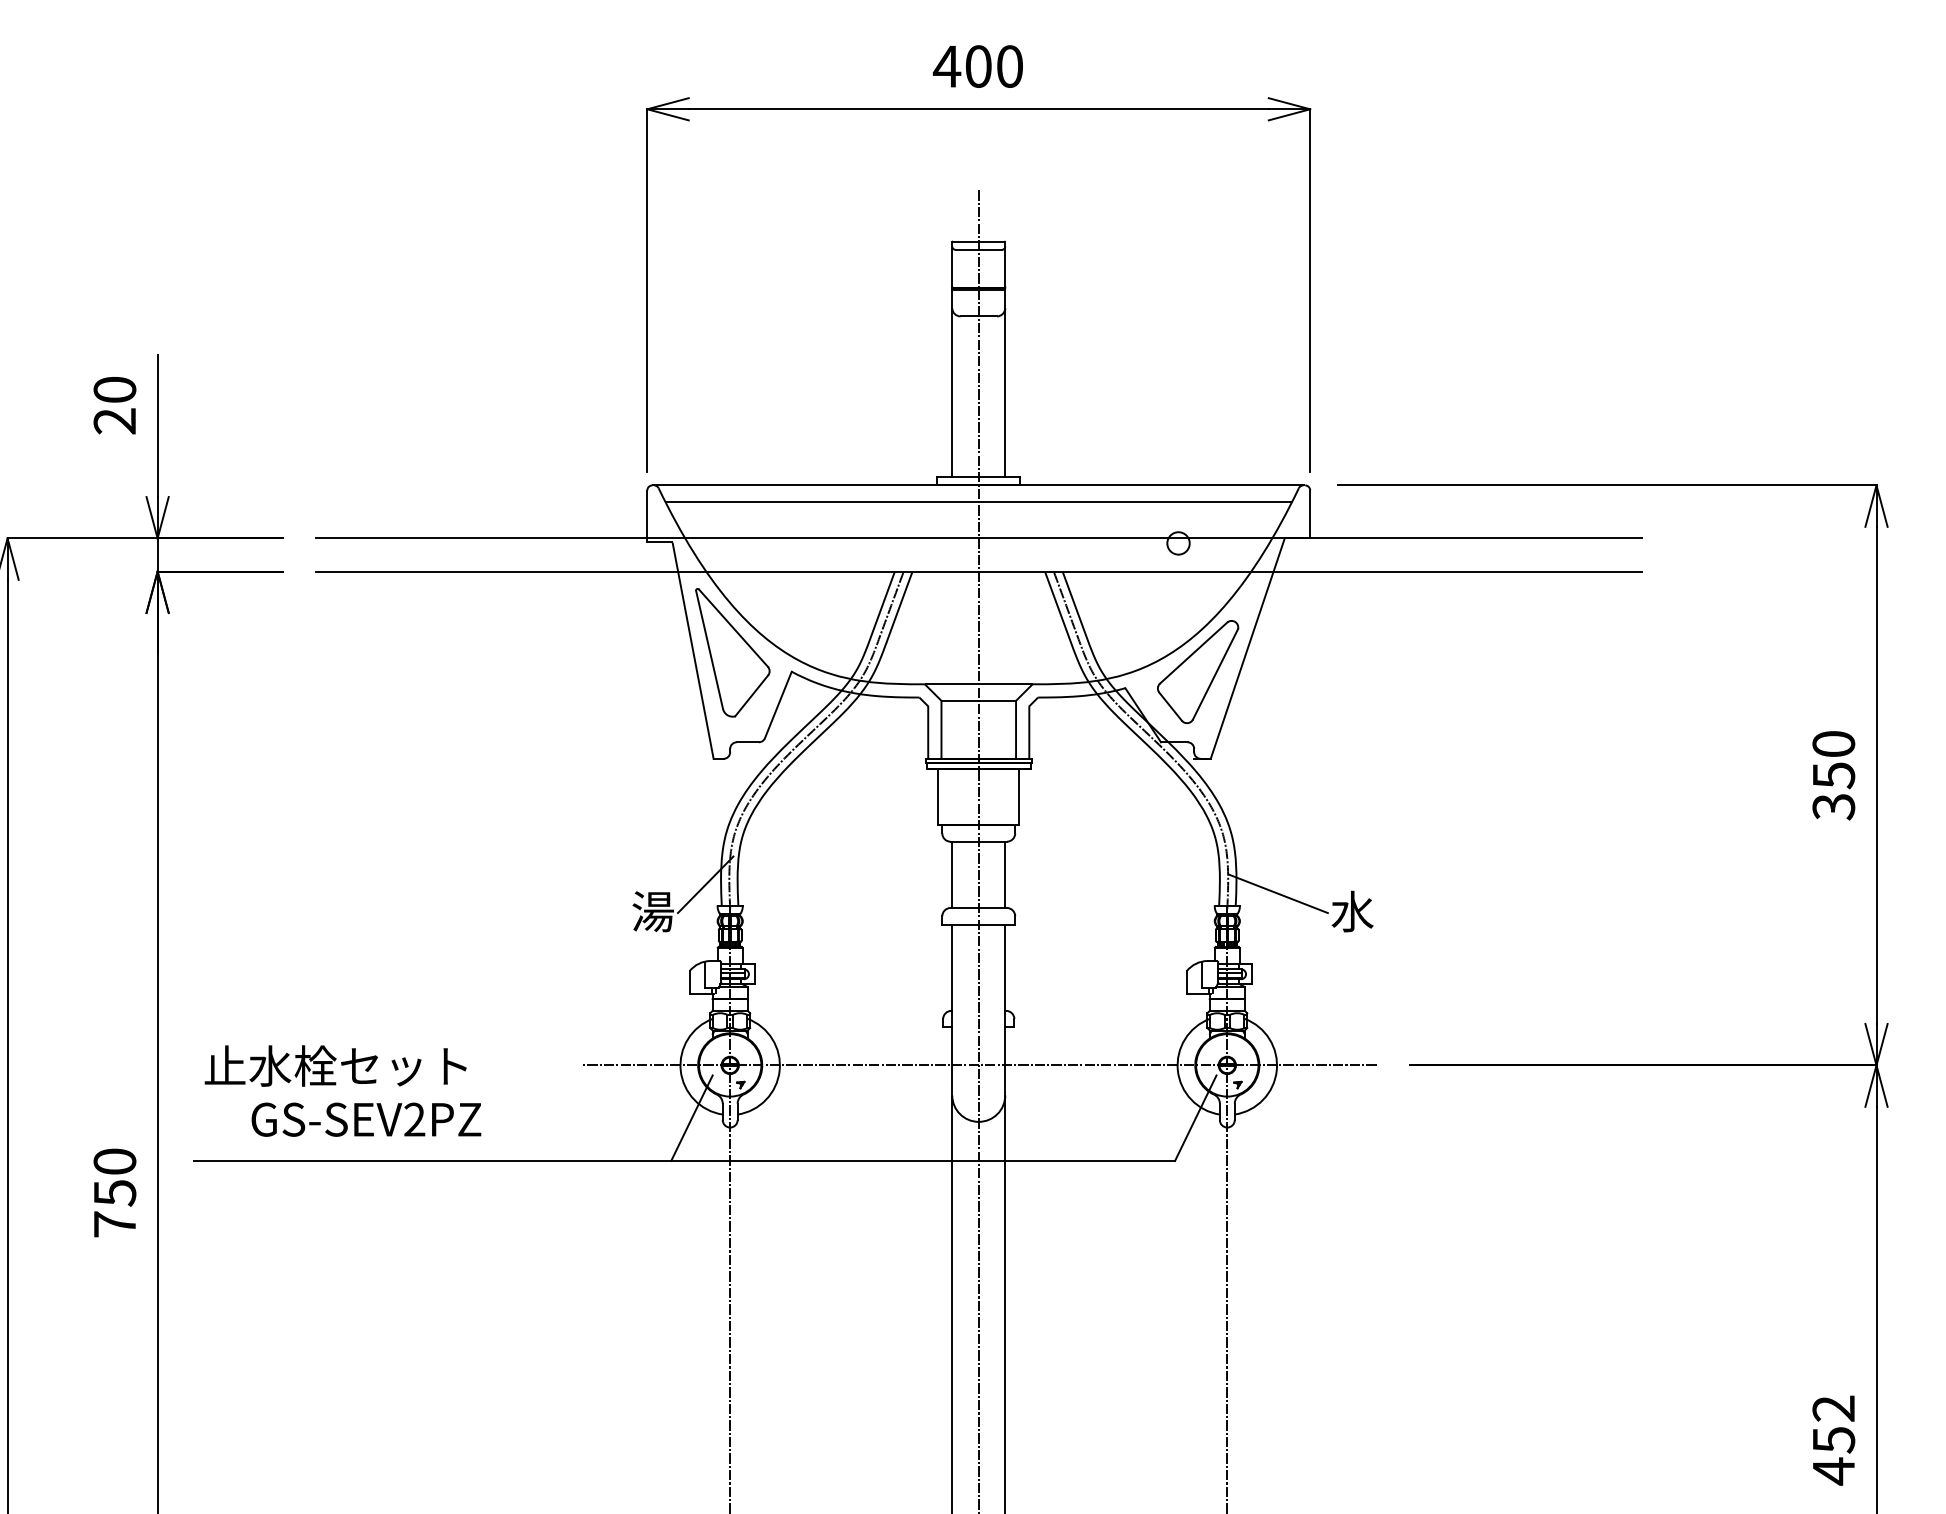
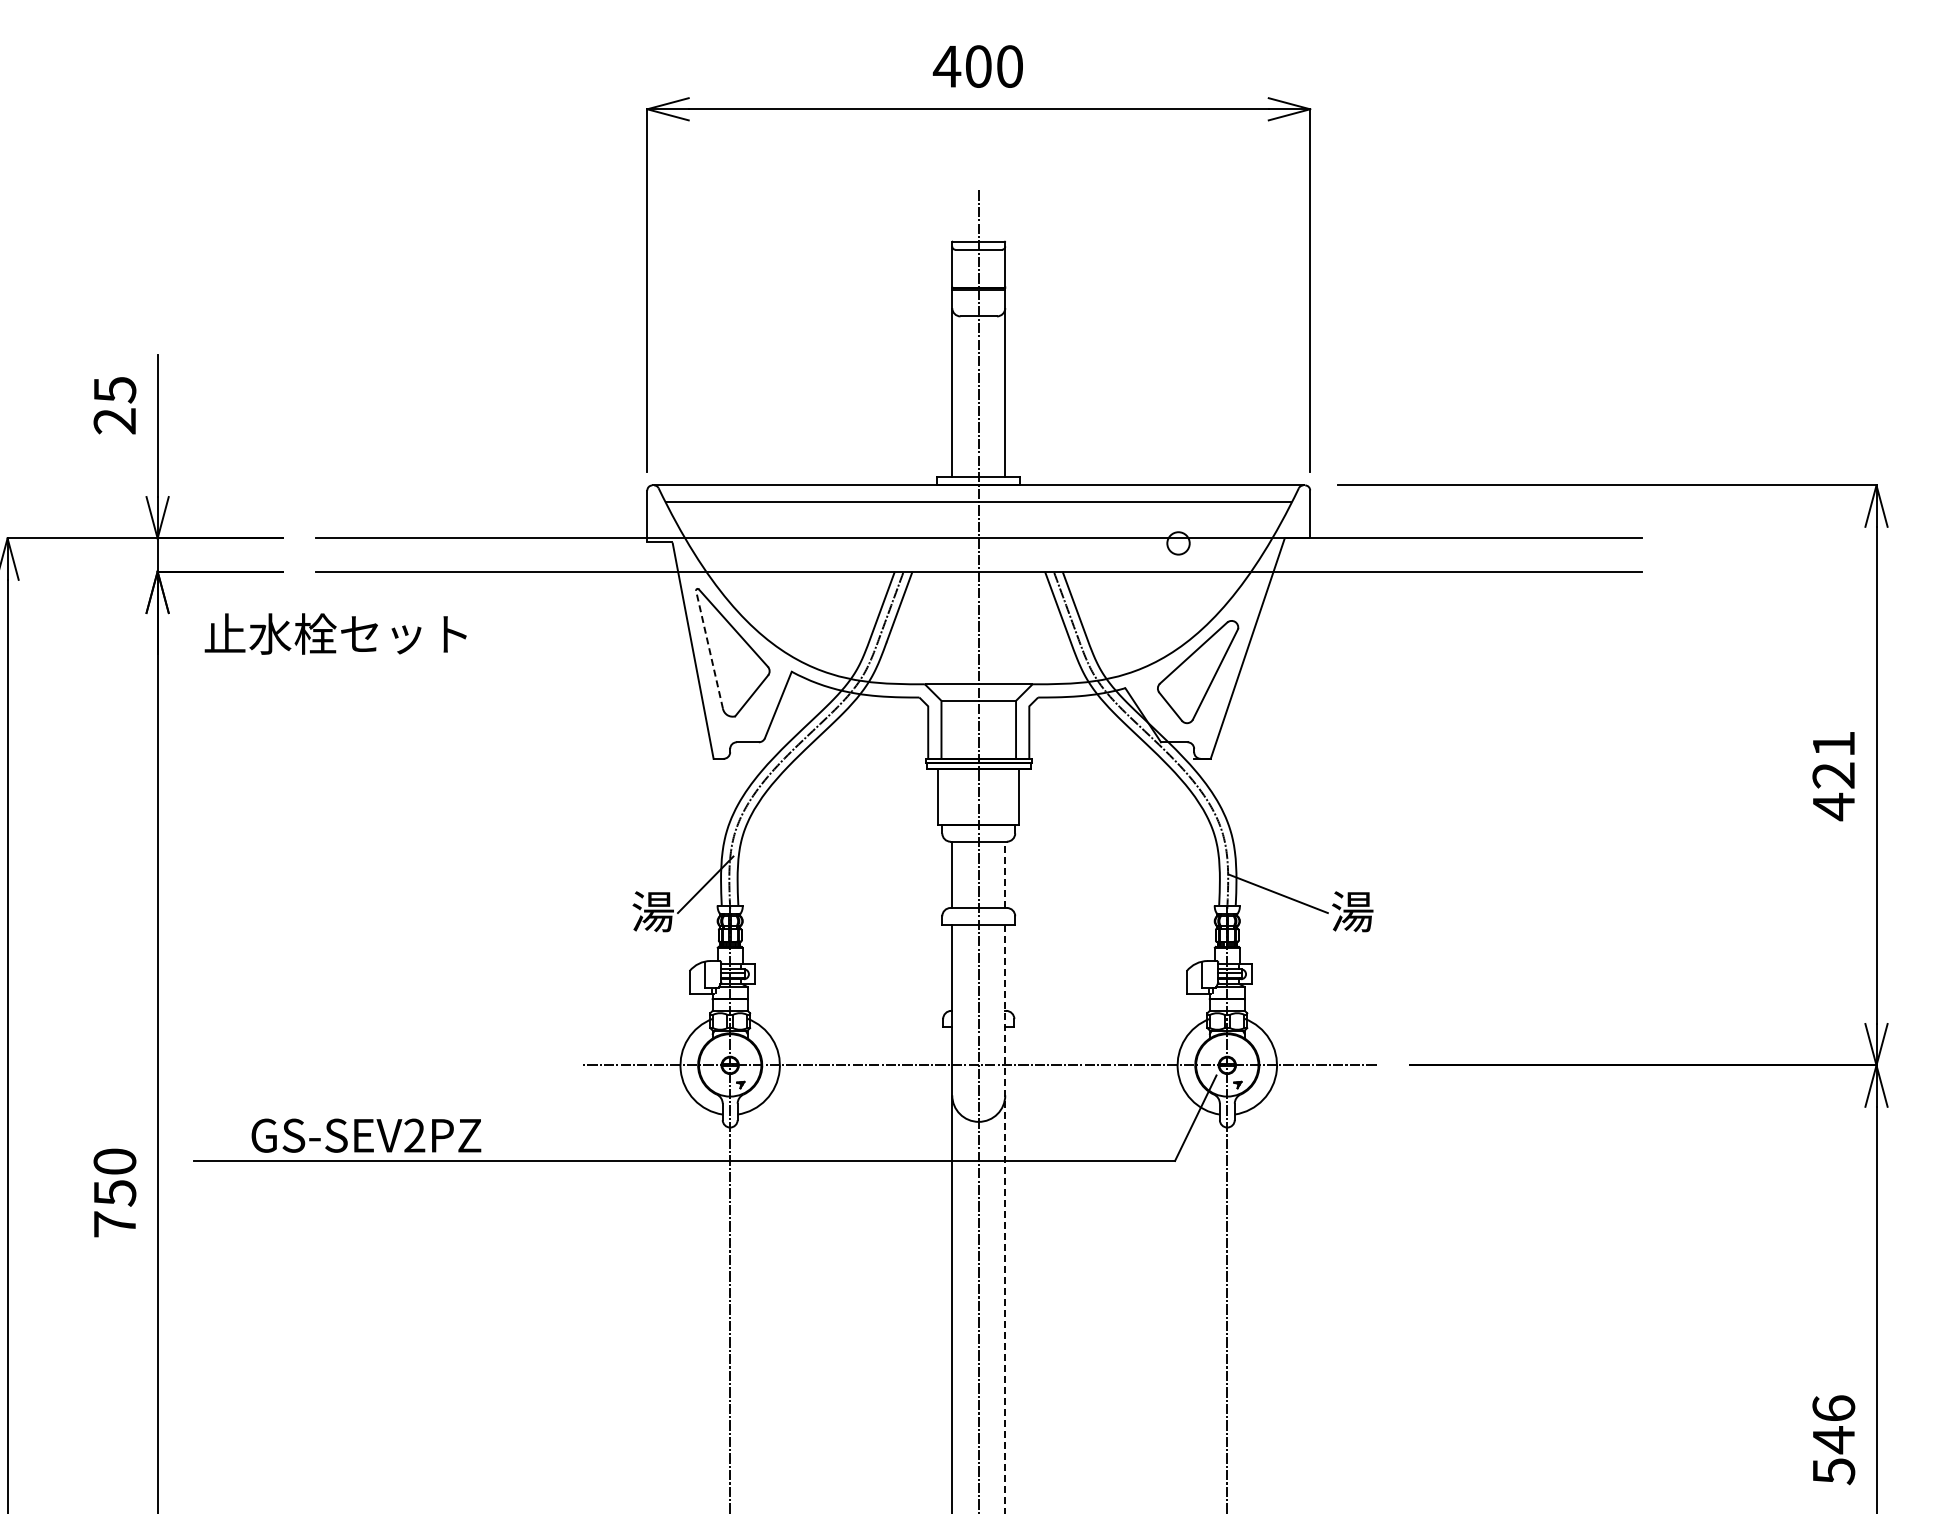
text at (114, 390): 20 -> 25
line at (709, 649): solid -> dashed
text at (1833, 776): 350 -> 421
line at (1005, 874): solid -> dashed
text at (1352, 911): 水 -> 湯
text at (335, 1065) position: (335, 1065) -> (335, 633)
line at (691, 1117): present -> none
text at (366, 1119) position: (366, 1119) -> (366, 1135)
line at (1005, 1218): solid -> dashed
text at (1833, 1440): 452 -> 546
